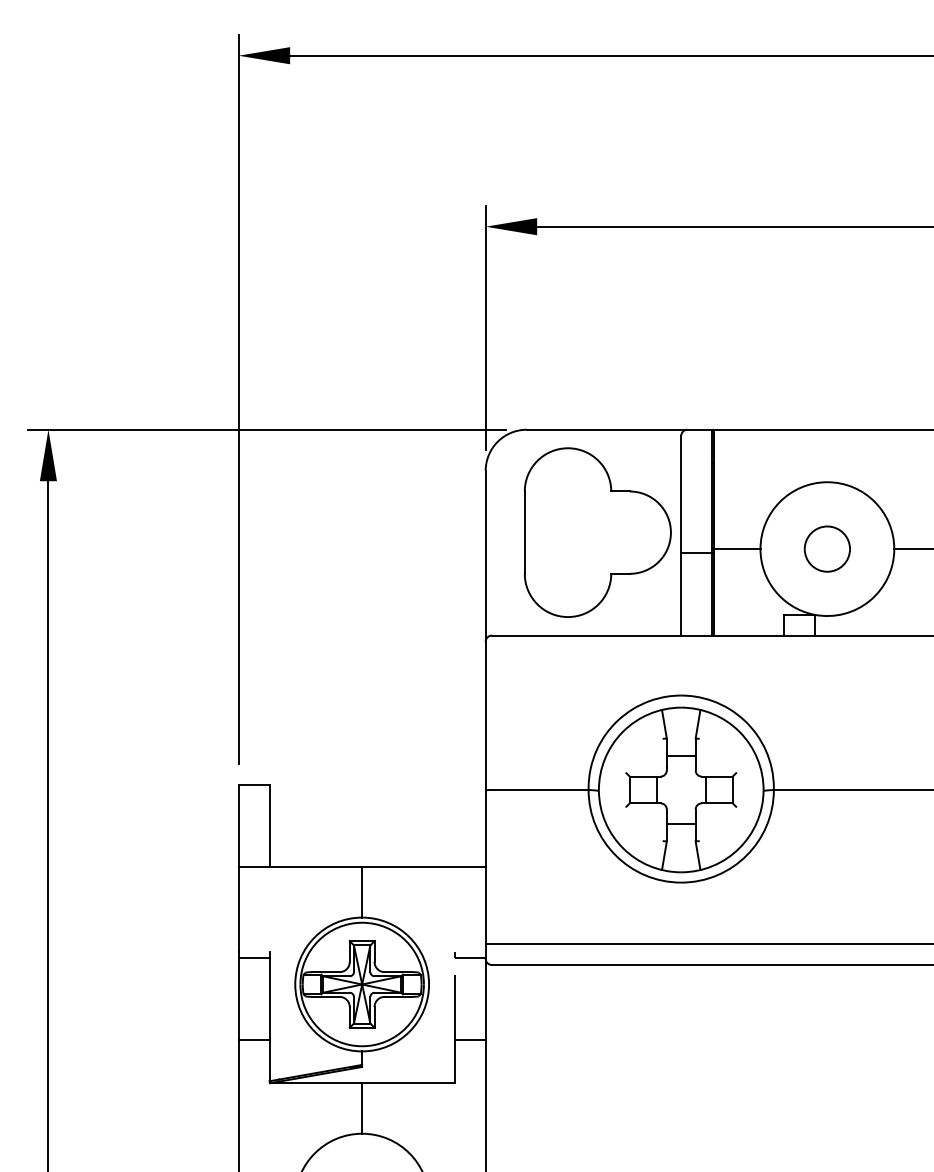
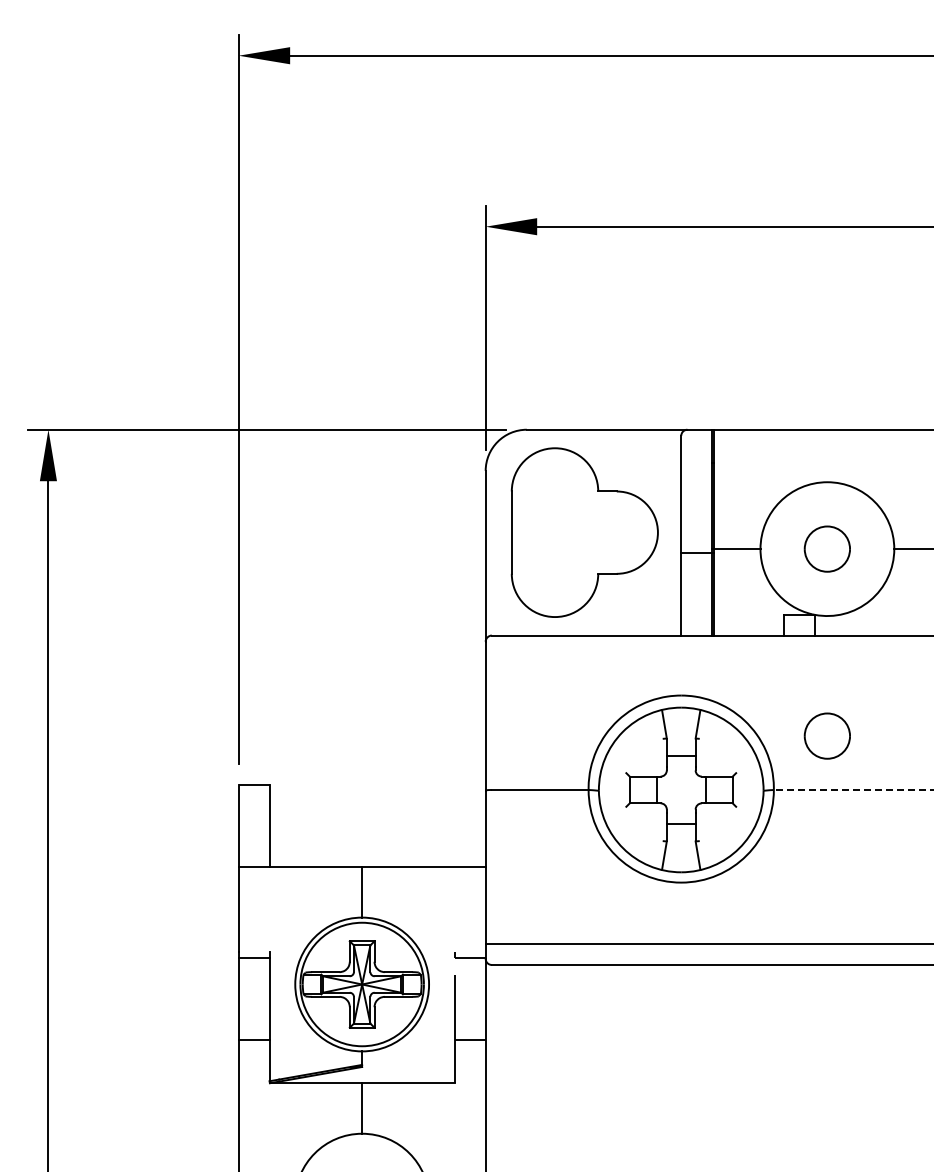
part at (597, 532) position: (597, 532) -> (584, 532)
part at (826, 735): none -> present
line at (853, 789): solid -> dashed
